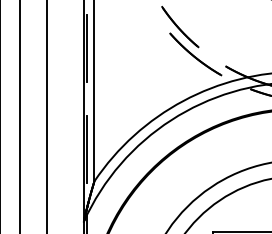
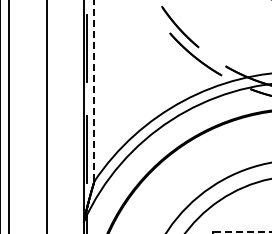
line at (94, 90): solid -> dashed
line at (19, 116) position: (19, 116) -> (8, 116)
line at (242, 232): solid -> dashed
